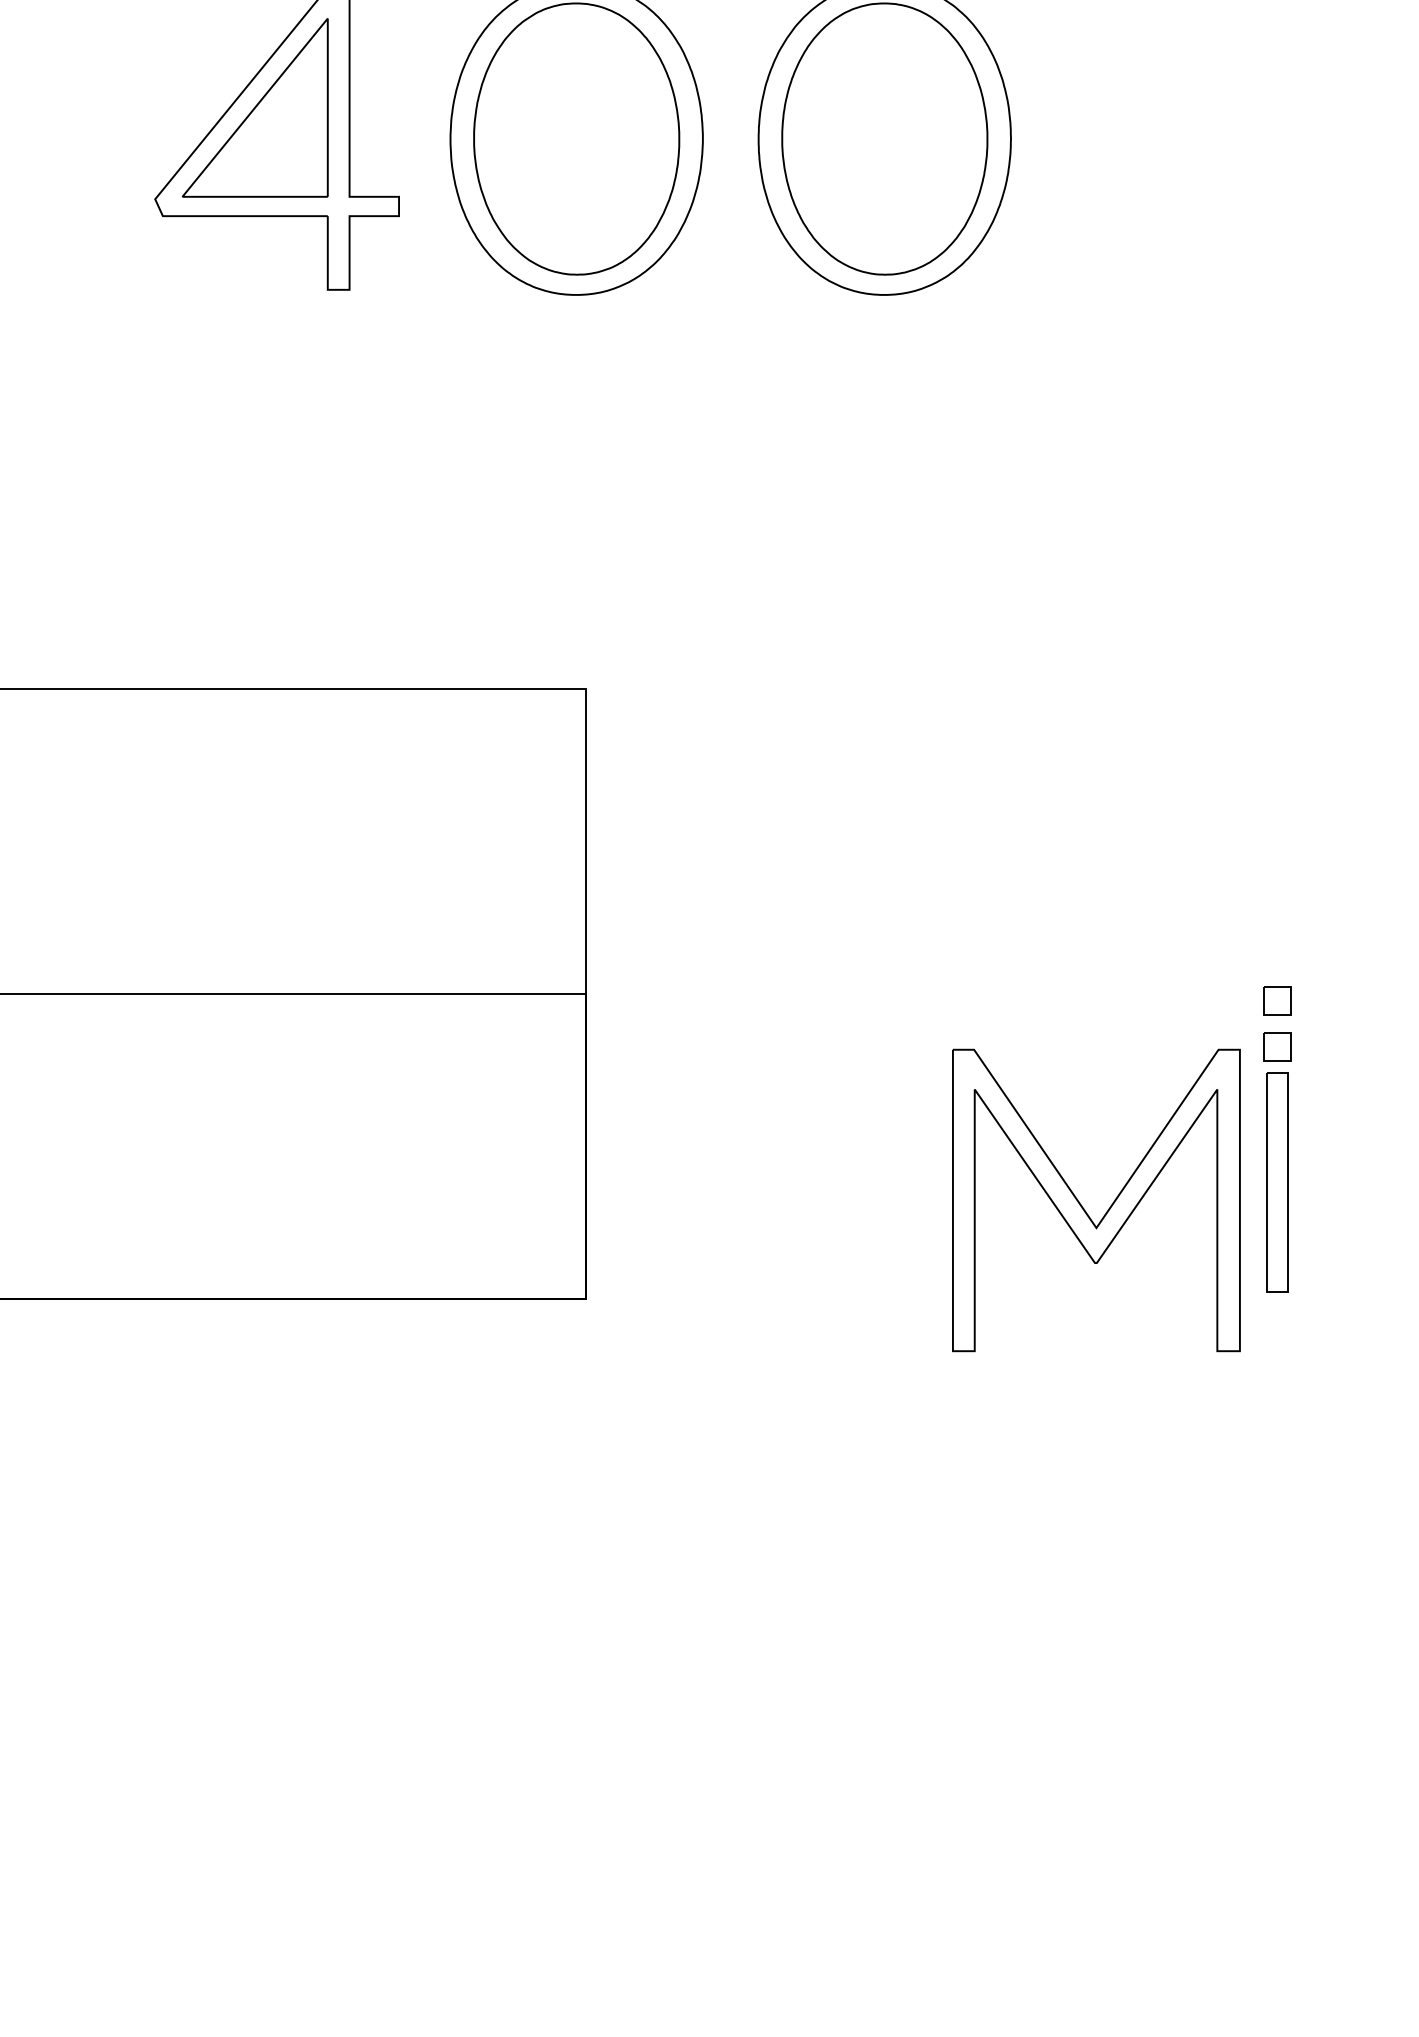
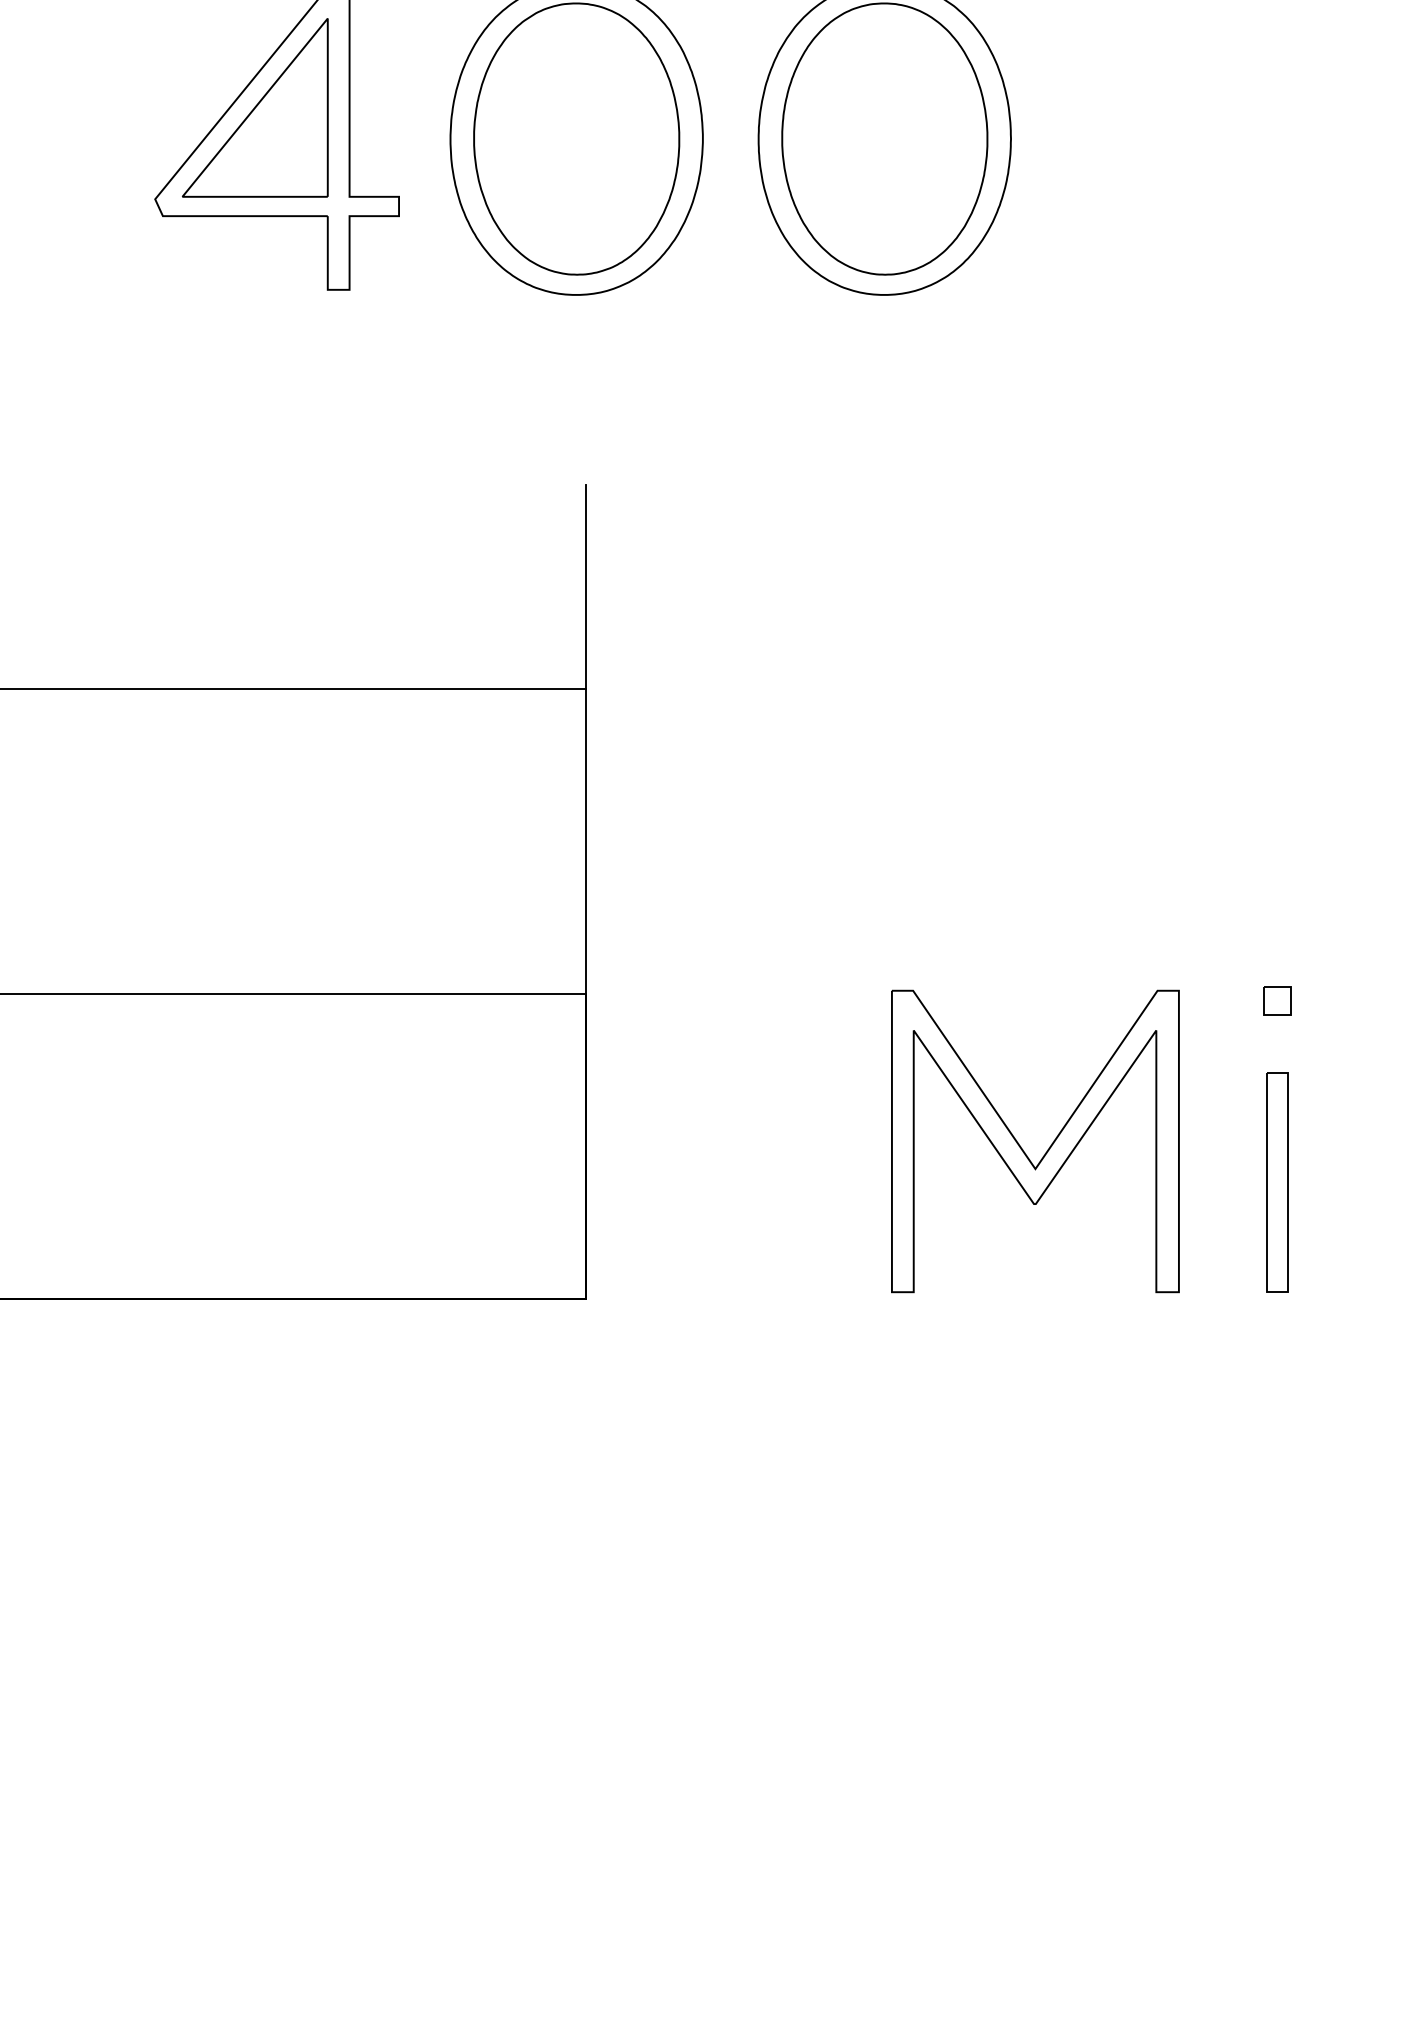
line at (586, 586): none -> present
part at (1277, 1046): present -> none
part at (1084, 1208) position: (1084, 1208) -> (1023, 1149)
